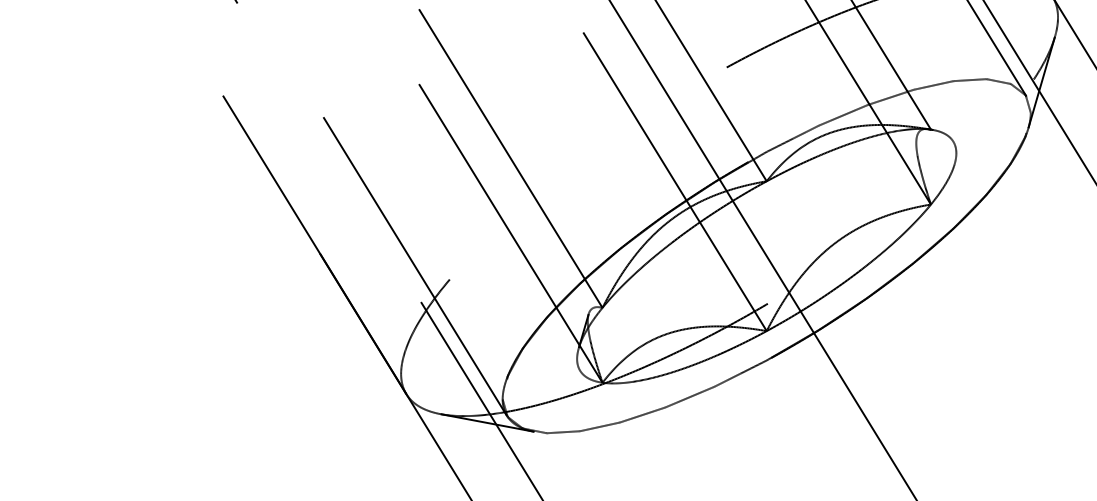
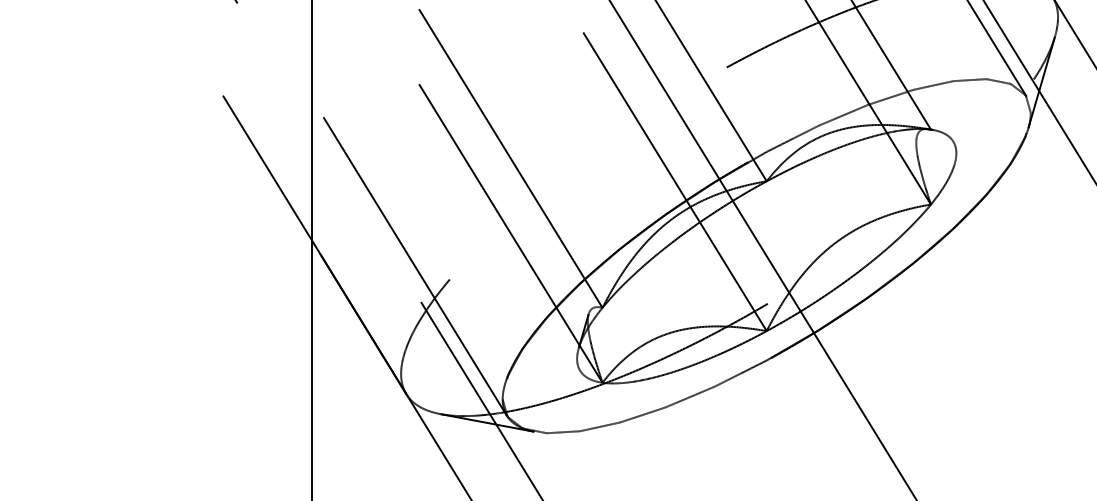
line at (311, 249): none -> present
